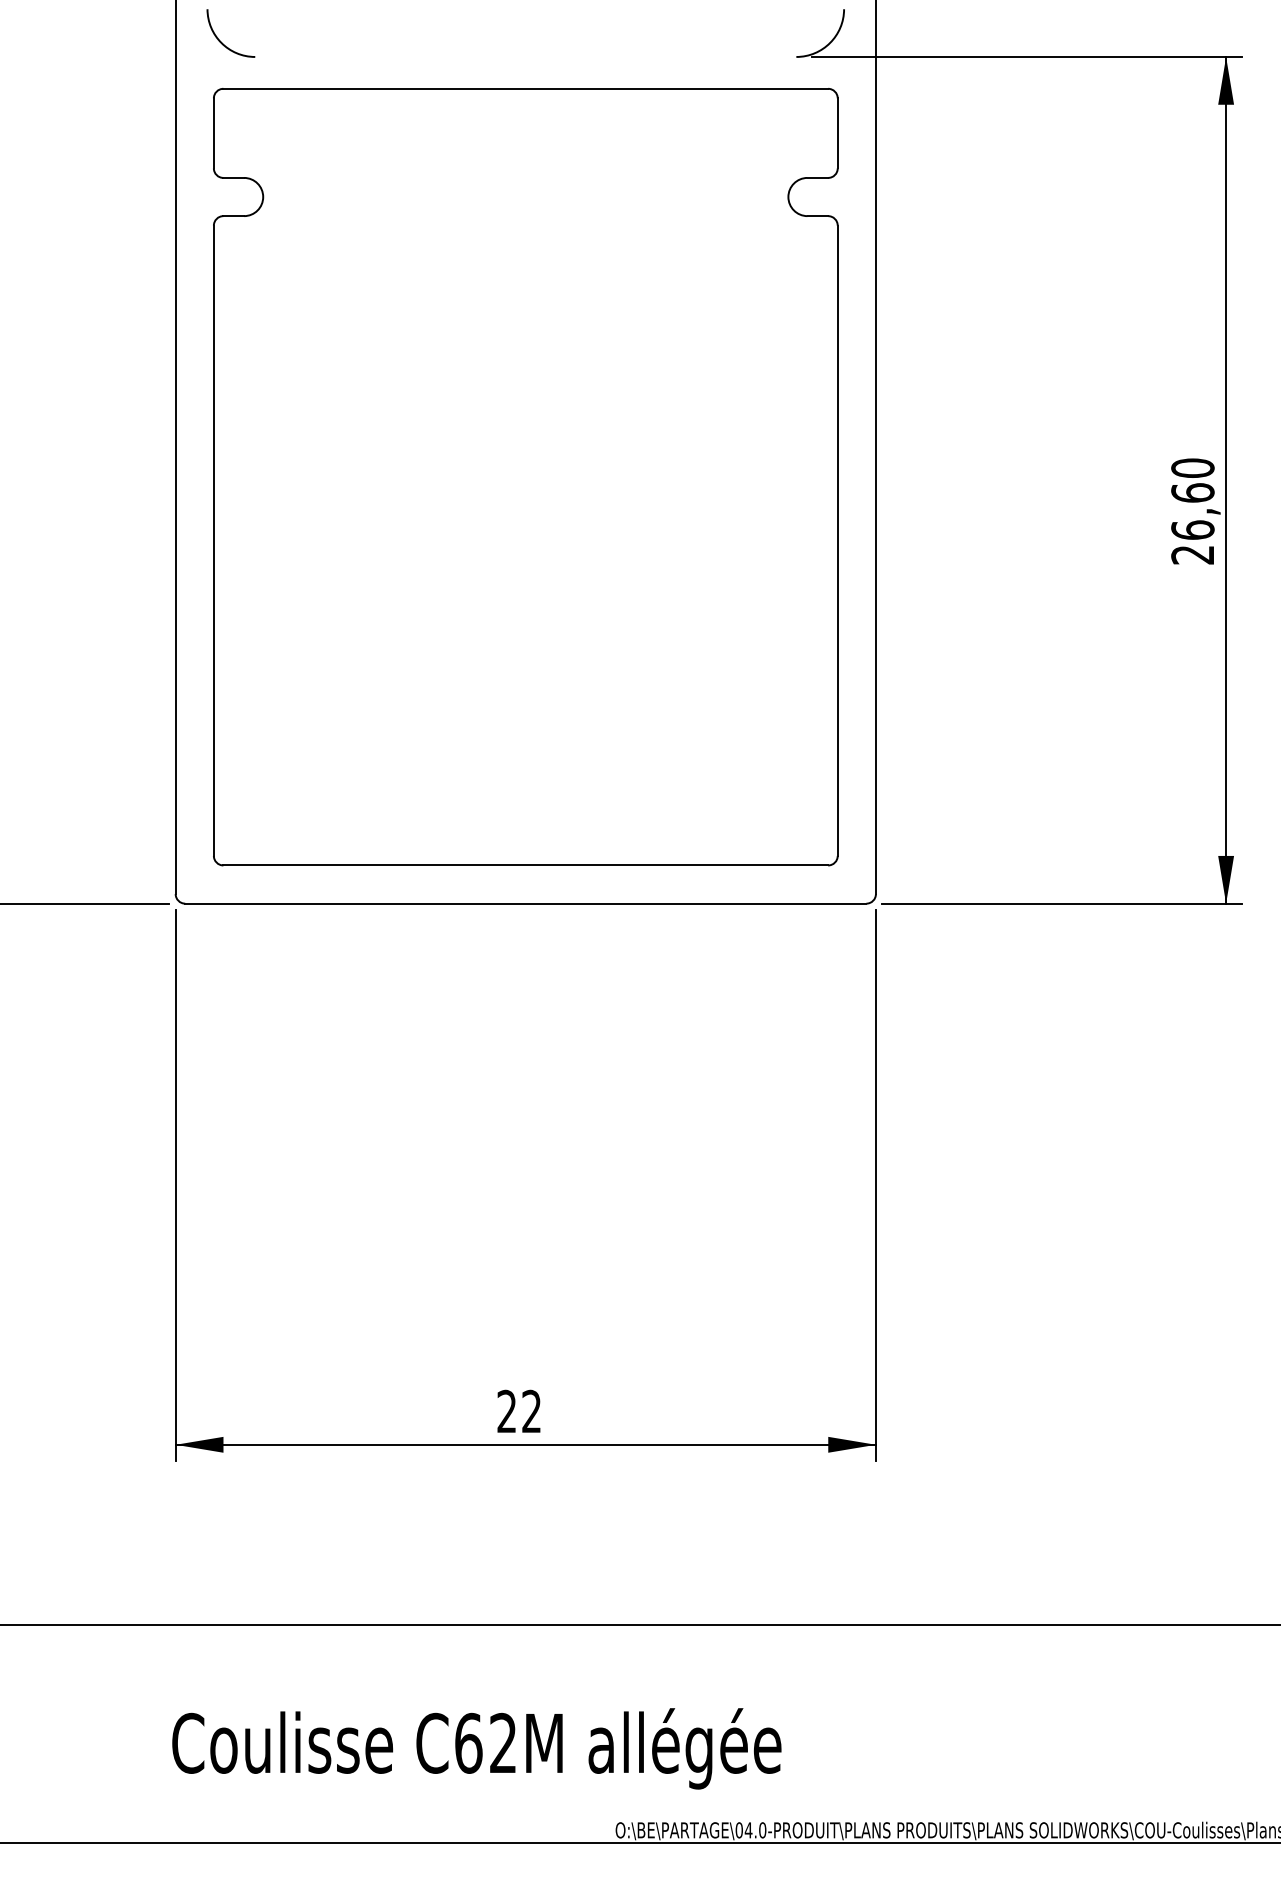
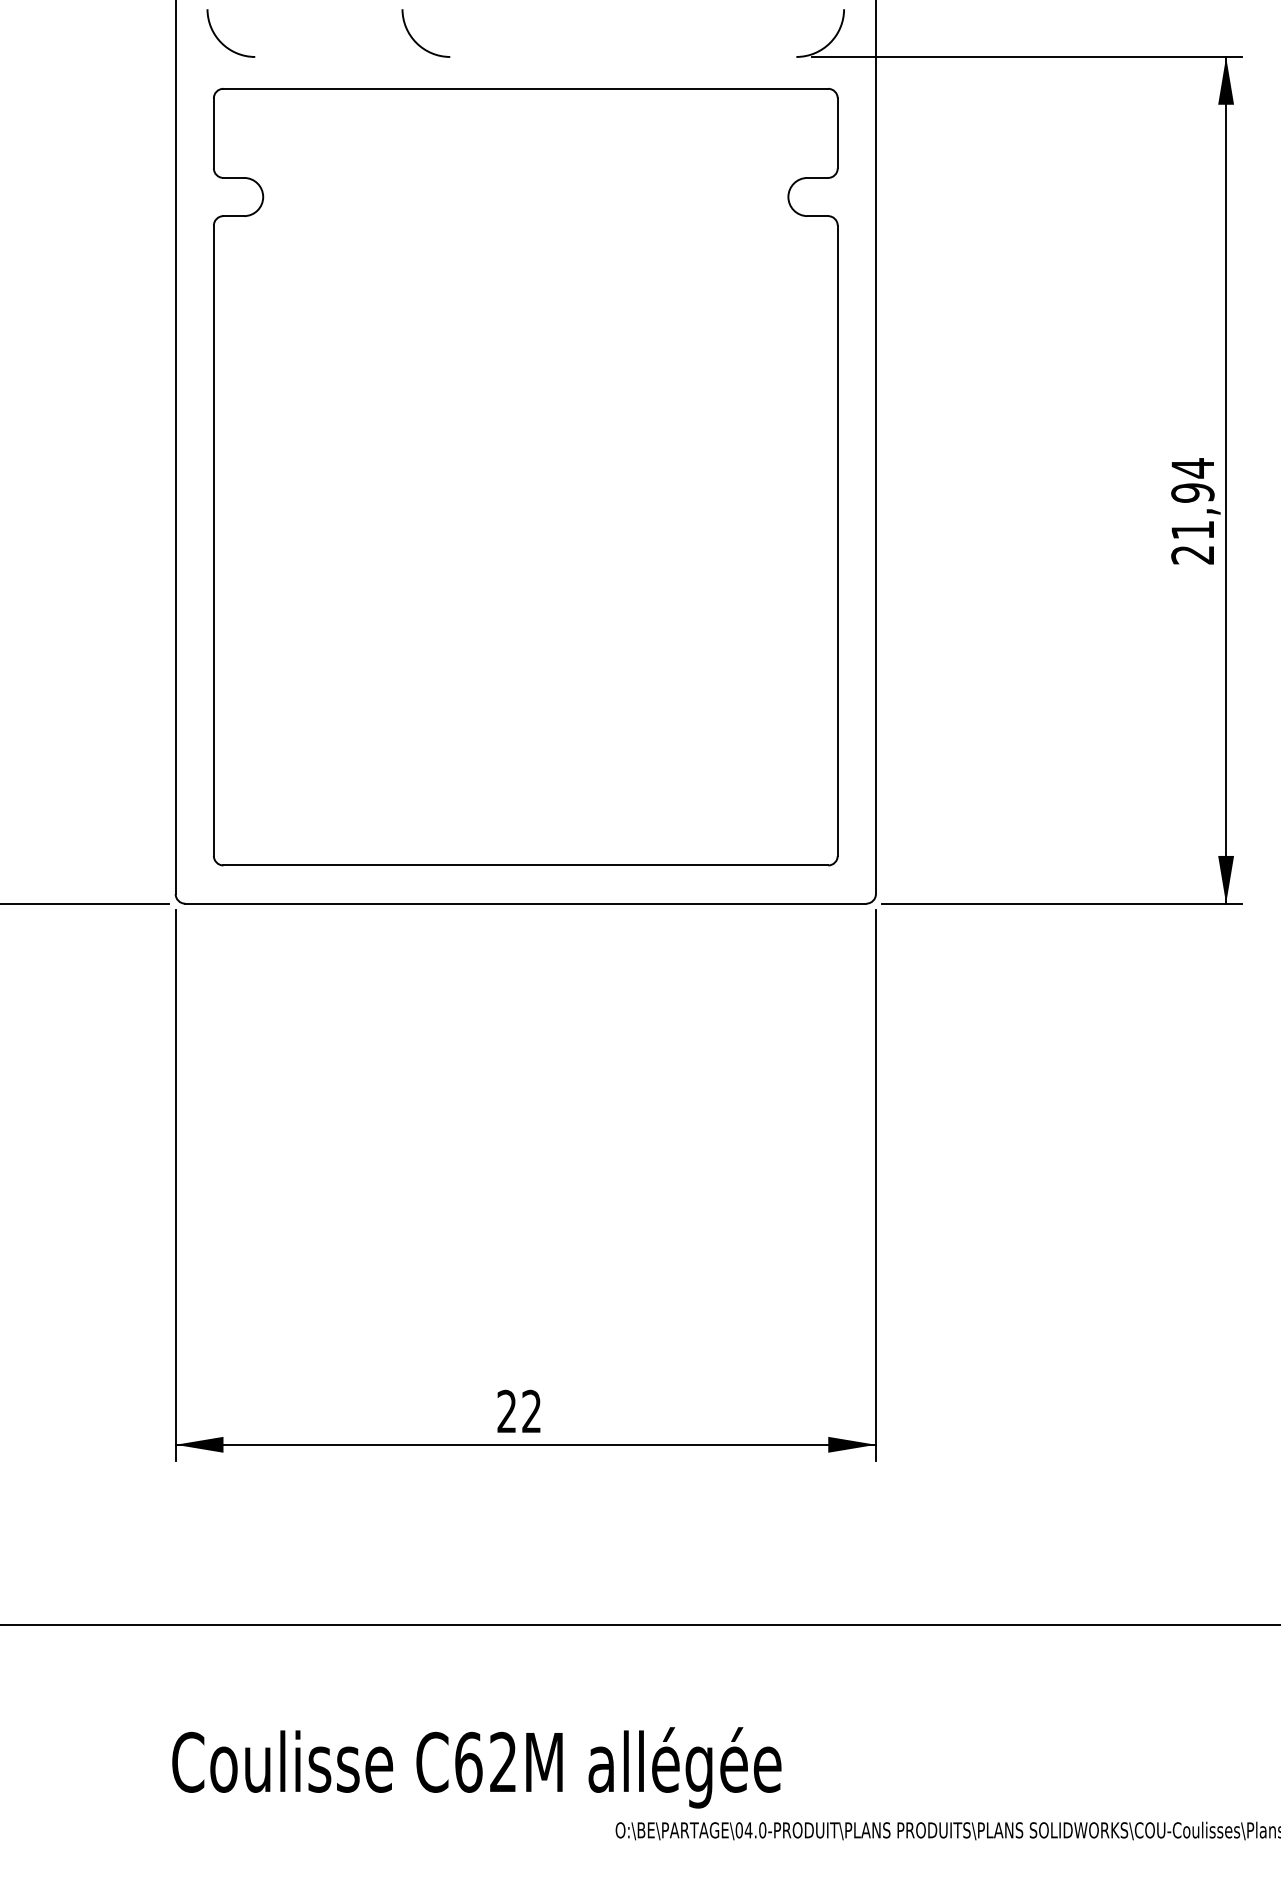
arc at (416, 41): none -> present
text at (1192, 498): 26,60 -> 21,94
text at (476, 1748) position: (476, 1748) -> (476, 1767)
line at (639, 1843): present -> none
